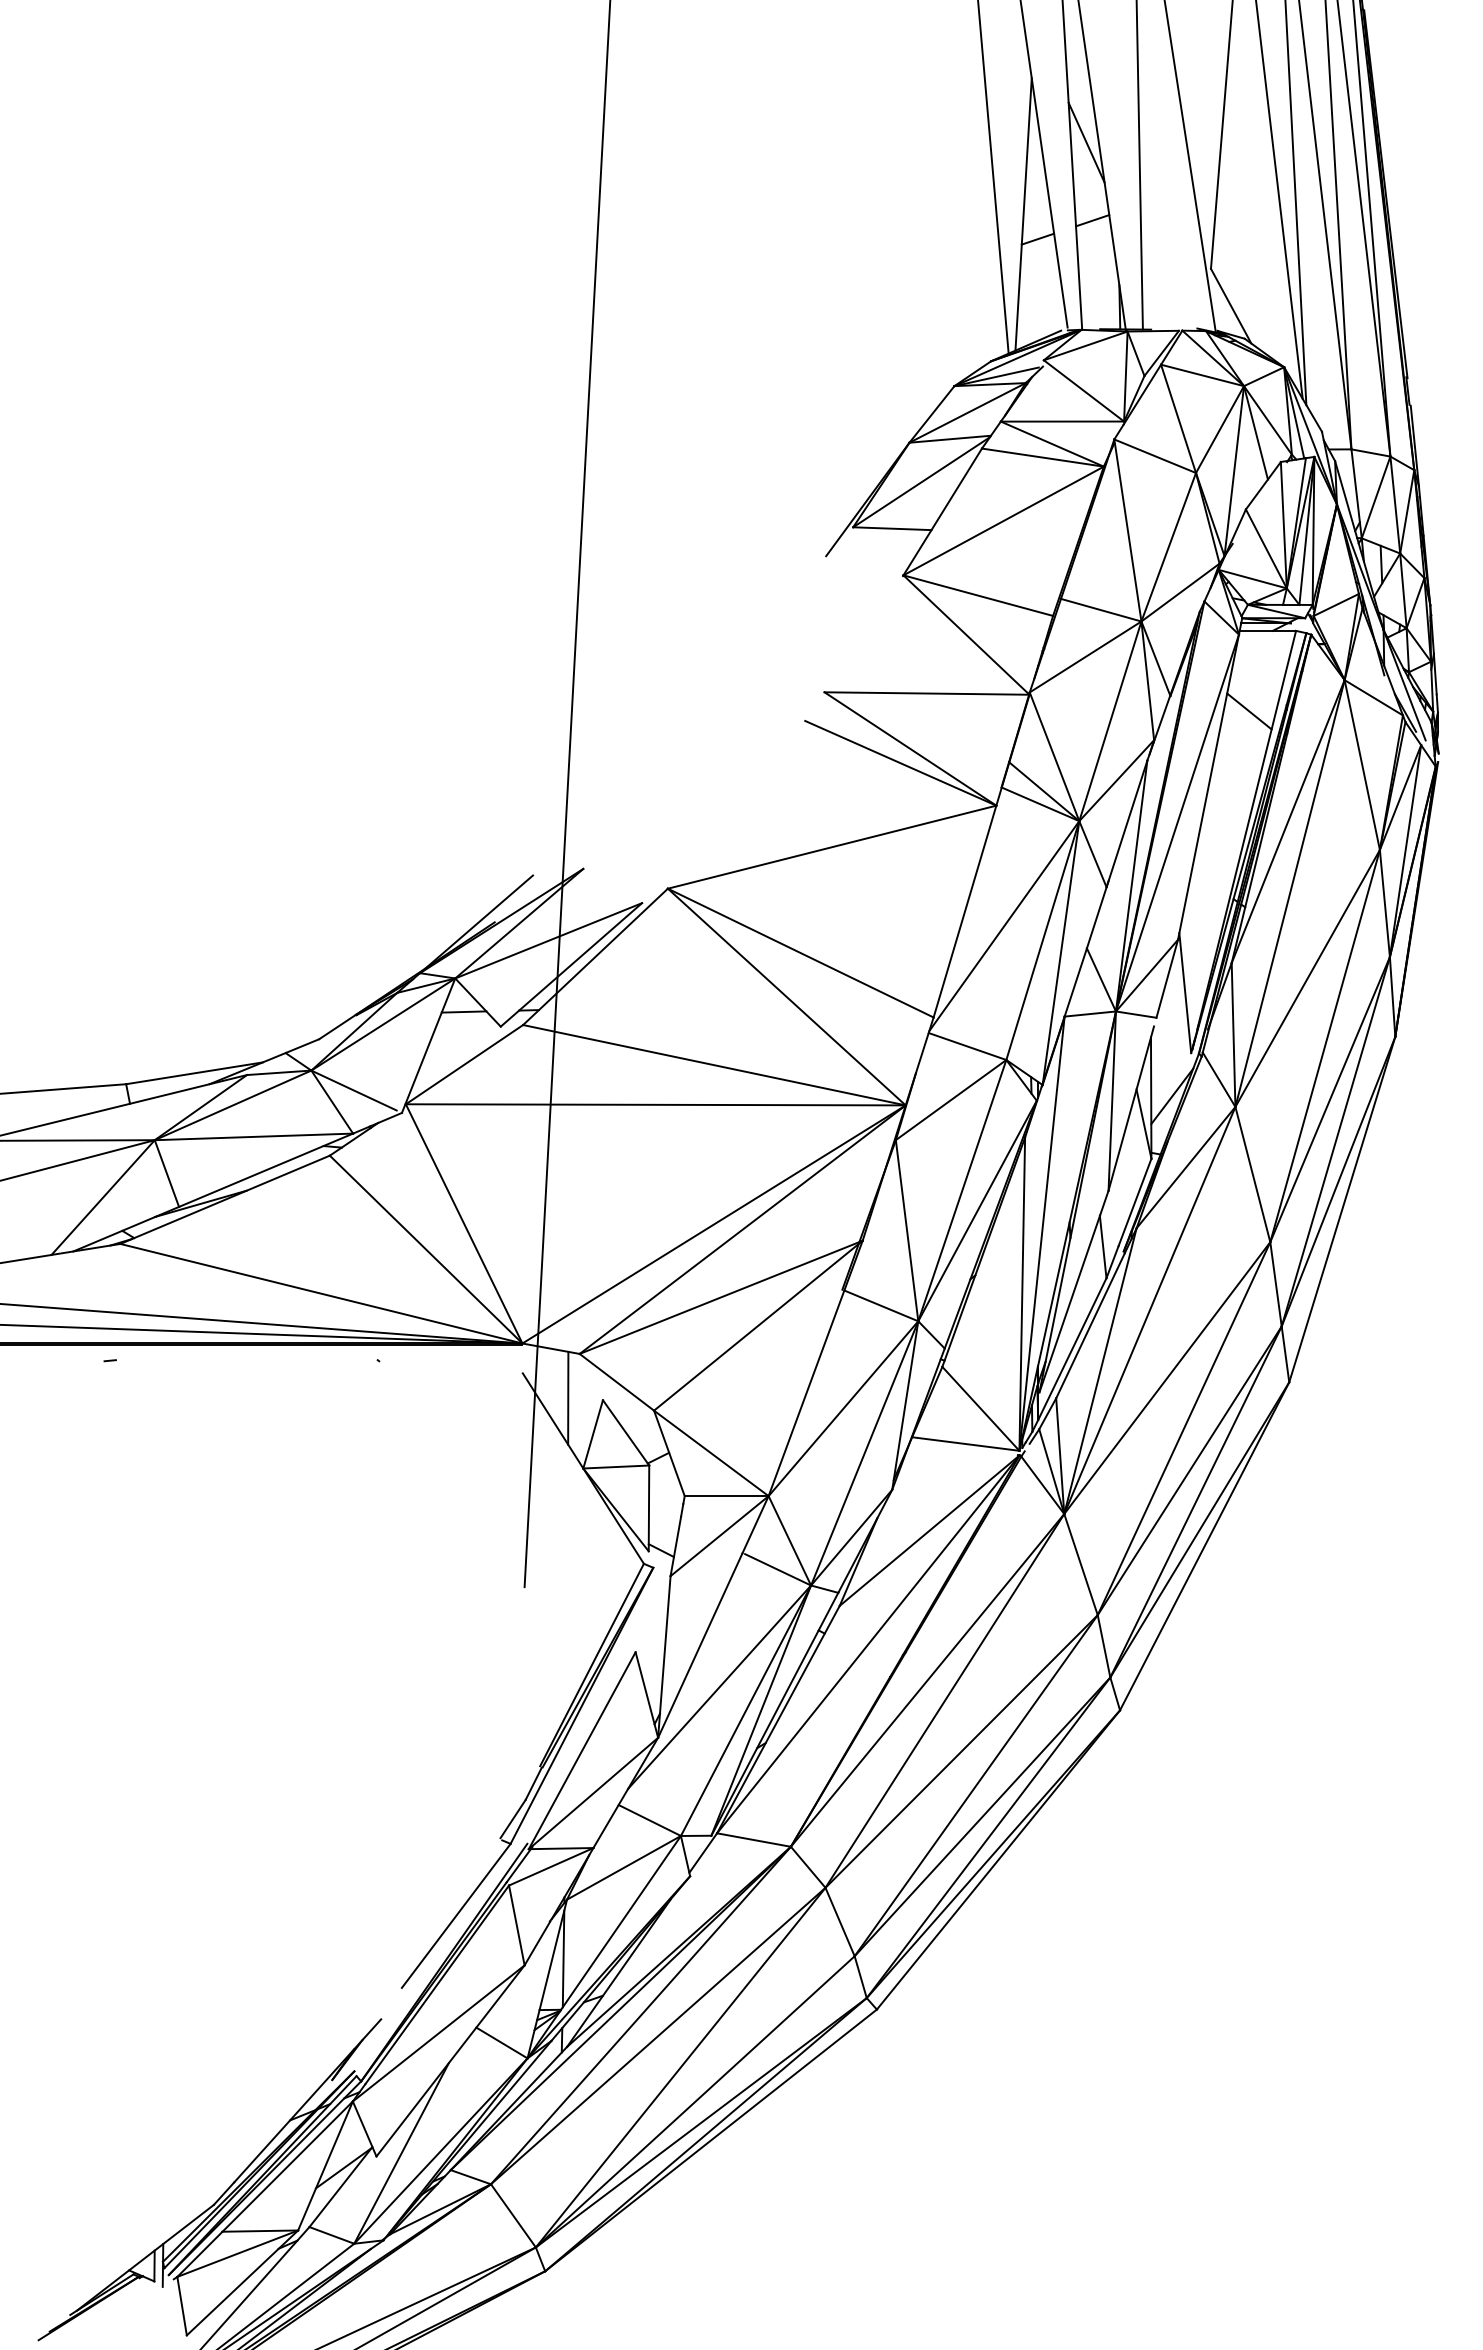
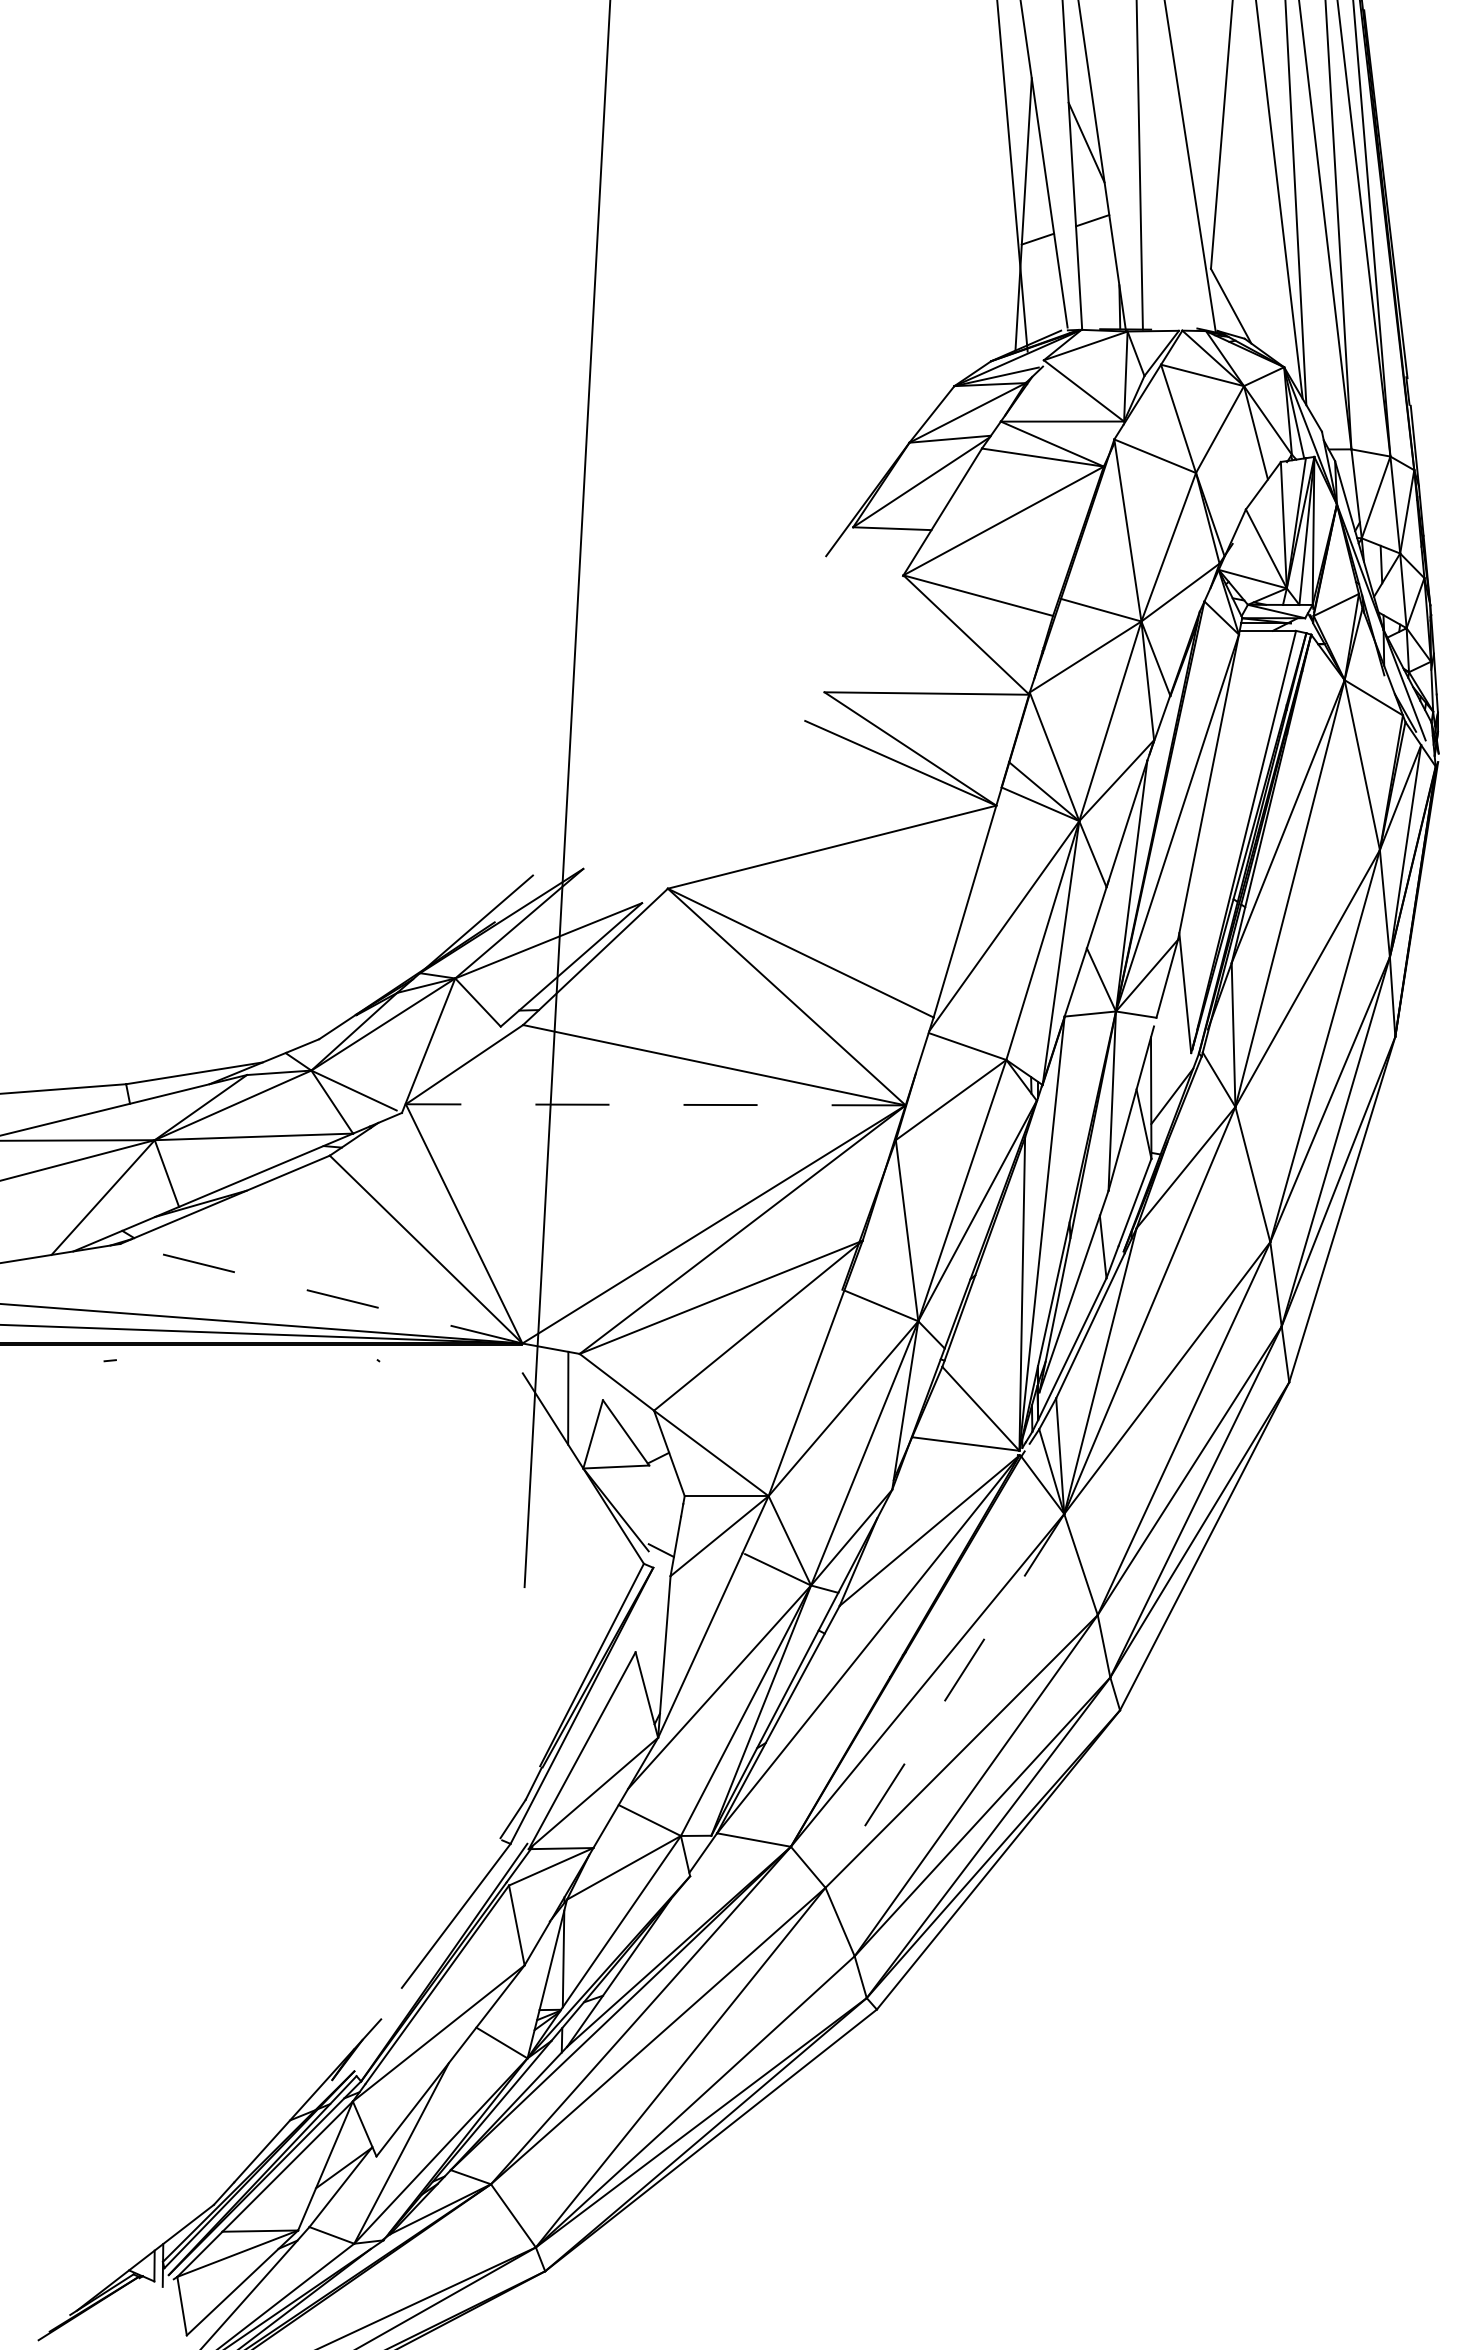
line at (993, 177) position: (993, 177) -> (1012, 176)
line at (1234, 471): present -> none
line at (1249, 711): present -> none
line at (463, 1011): present -> none
line at (655, 1104): solid -> dashed
line at (320, 1293): solid -> dashed
line at (648, 1508): present -> none
line at (944, 1700): solid -> dashed
